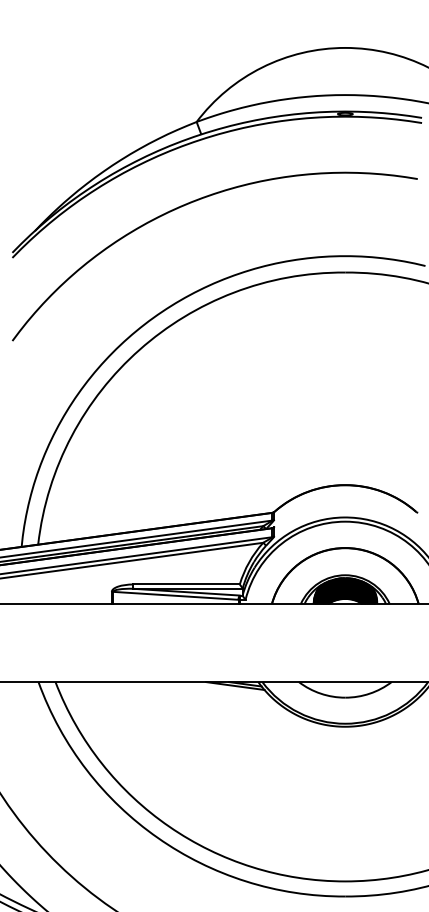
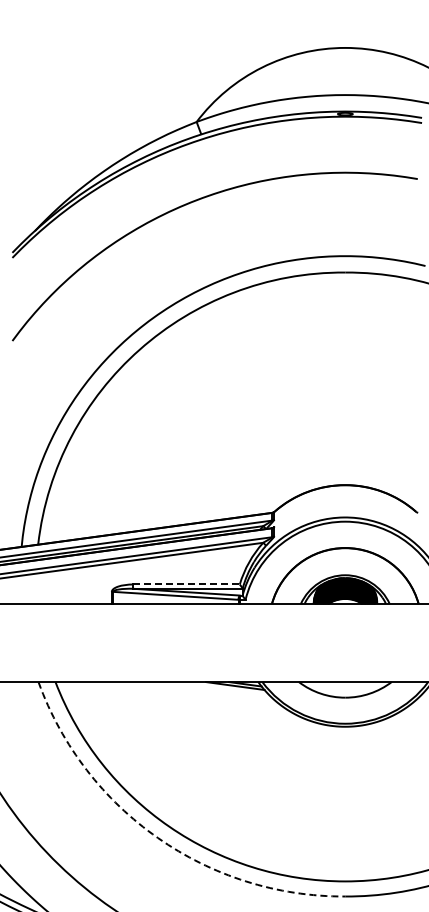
line at (187, 584): solid -> dashed
arc at (157, 837): solid -> dashed
